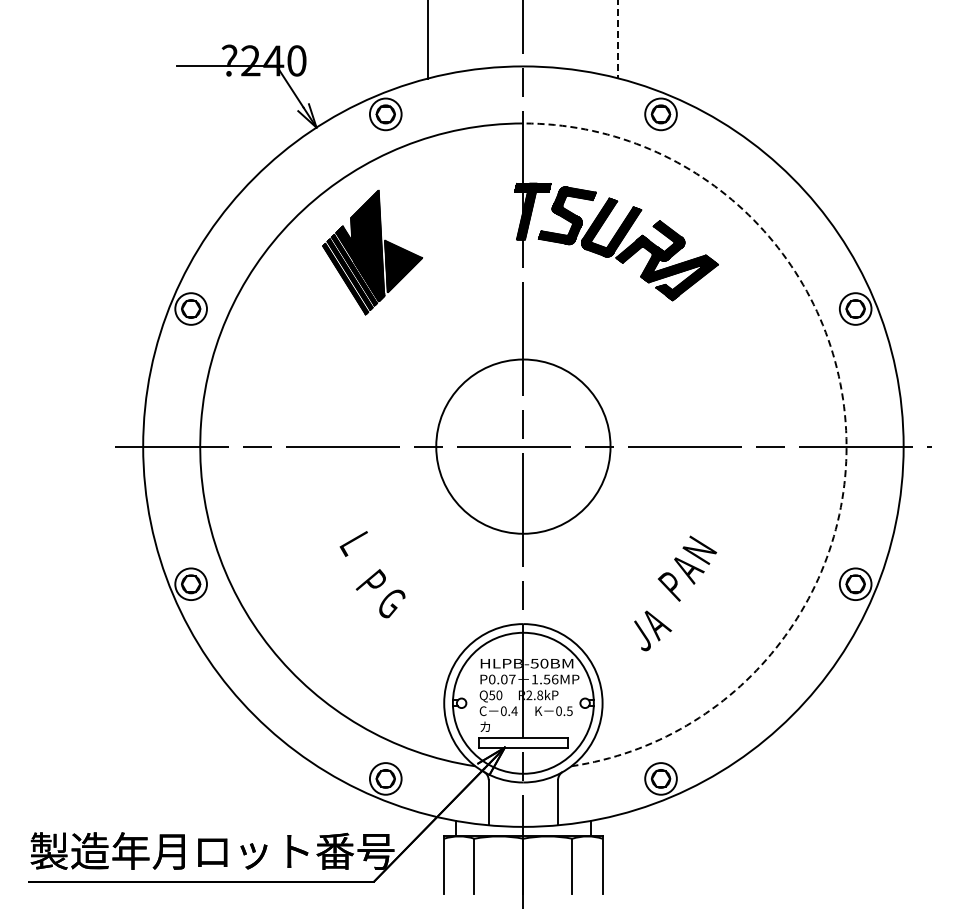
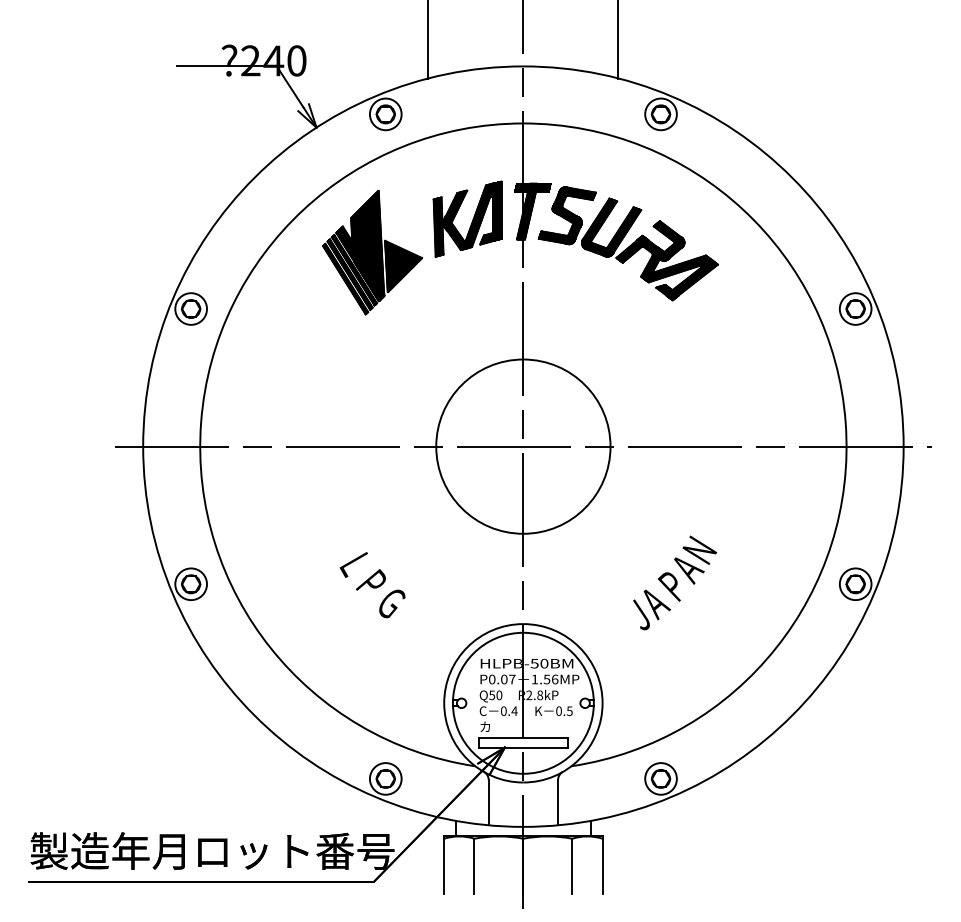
line at (618, 39): dashed -> solid
part at (467, 218): none -> present
arc at (845, 422): dashed -> solid
text at (353, 543) position: (353, 543) -> (353, 564)
text at (653, 630) position: (653, 630) -> (652, 609)
